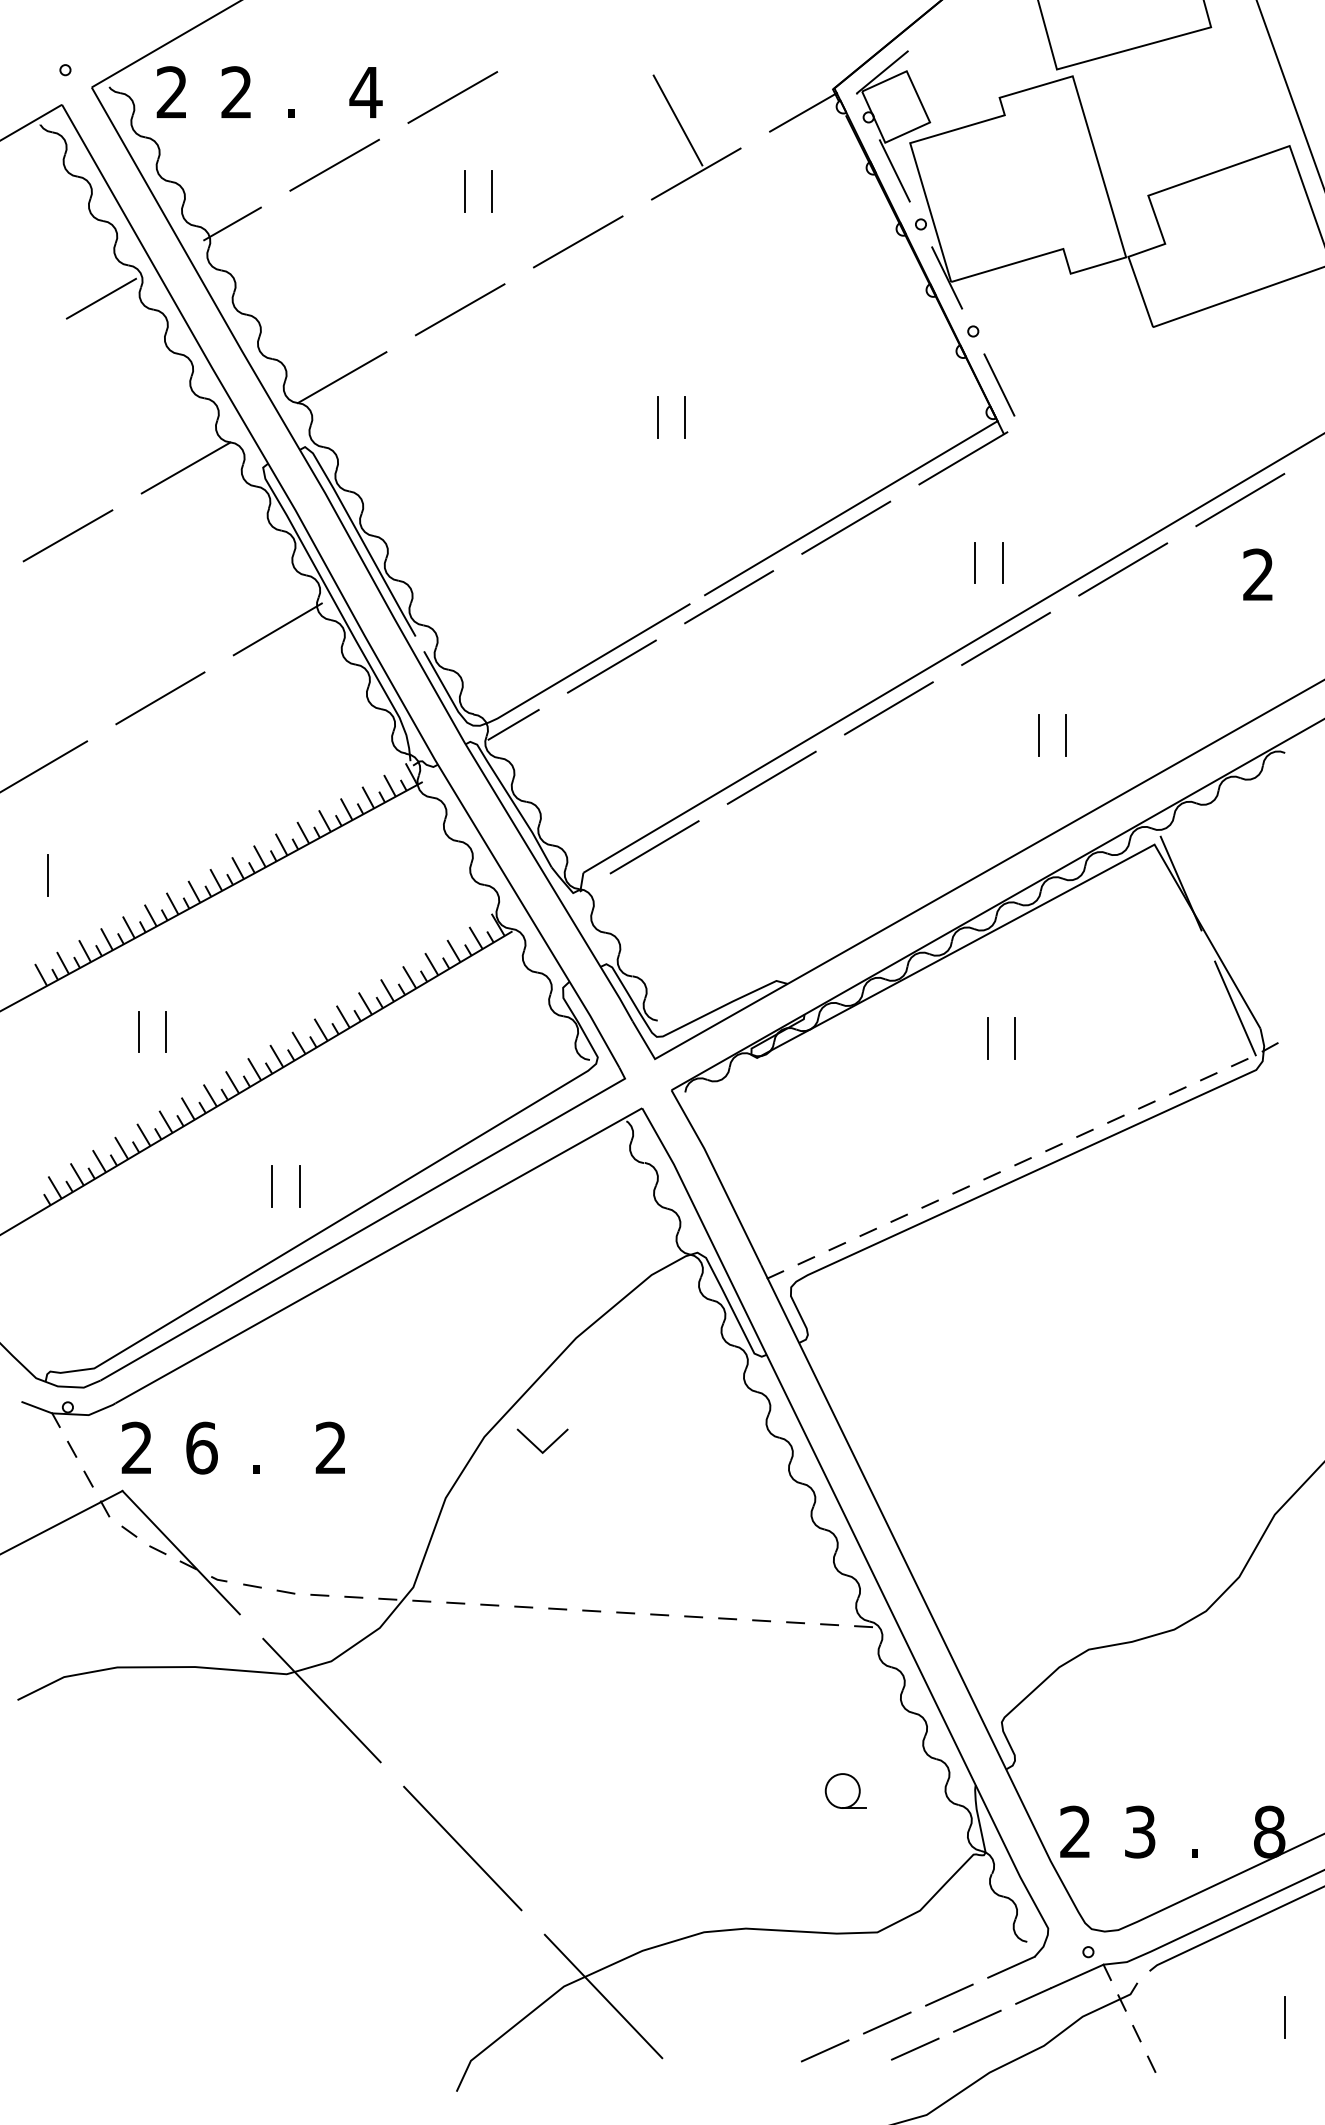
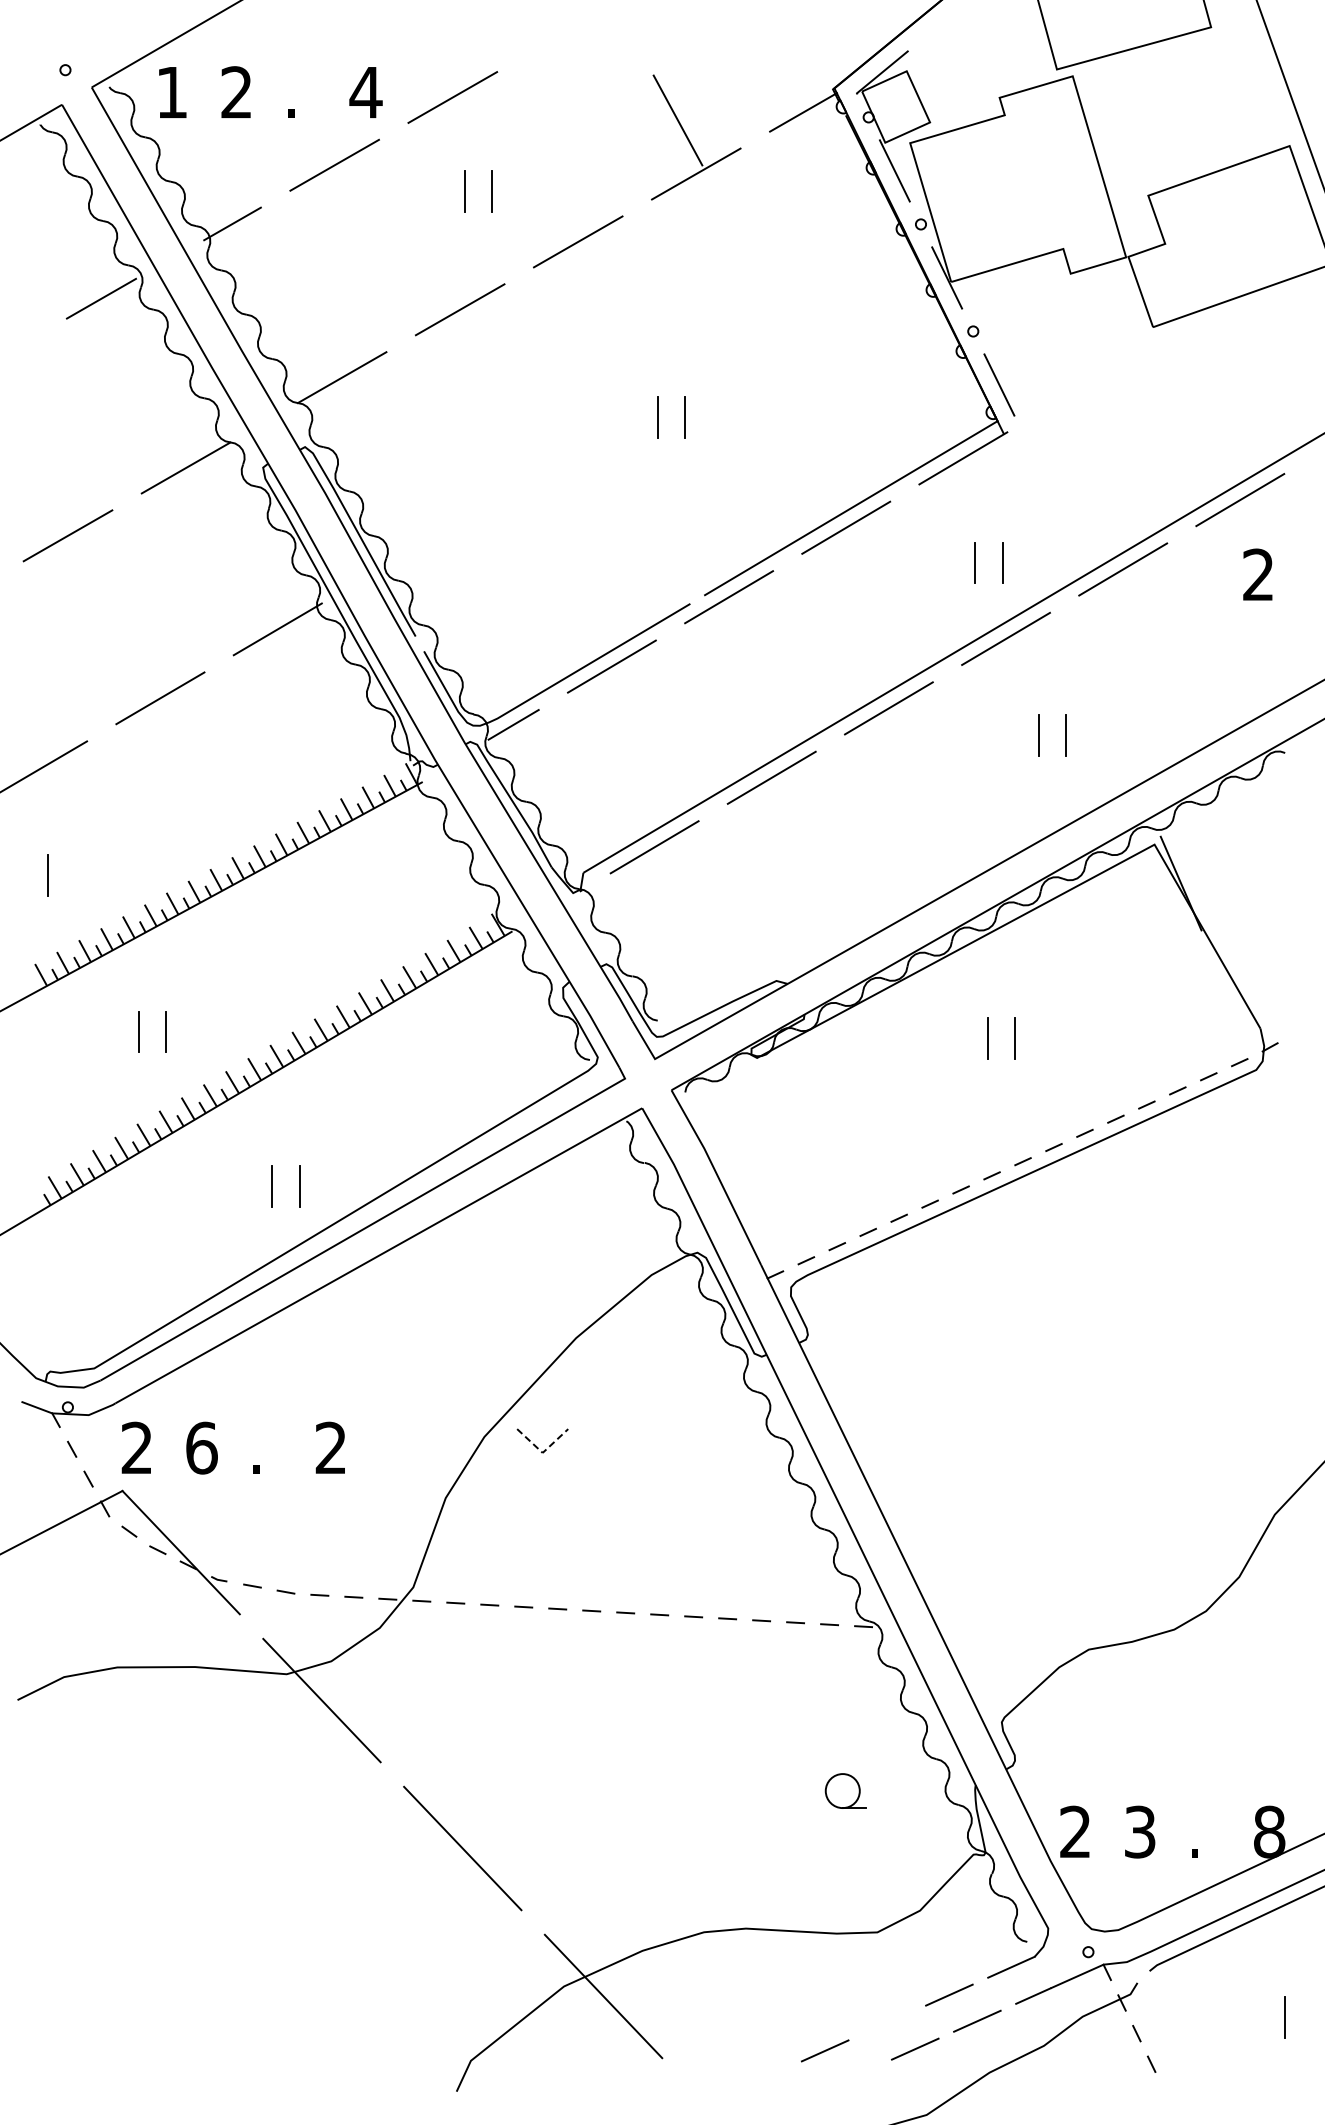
text at (171, 92): 2 -> 1
line at (1235, 1008): present -> none
line at (542, 1452): solid -> dashed
line at (887, 2022): present -> none
